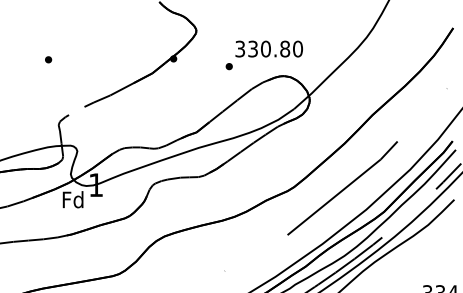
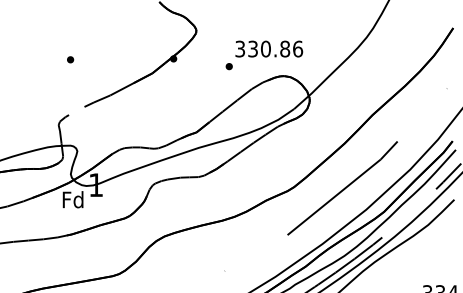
text at (298, 48): 330.80 -> 330.86
part at (48, 59) position: (48, 59) -> (70, 59)
